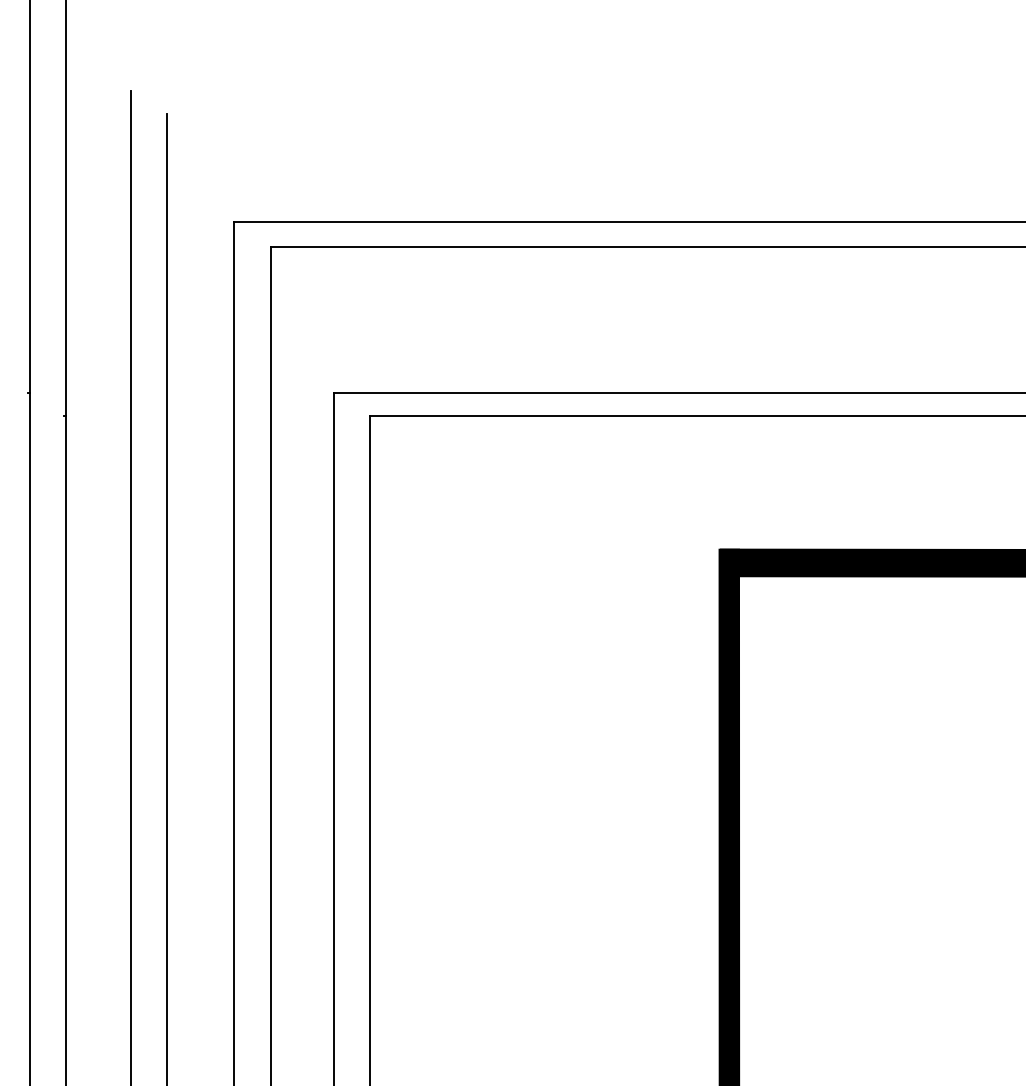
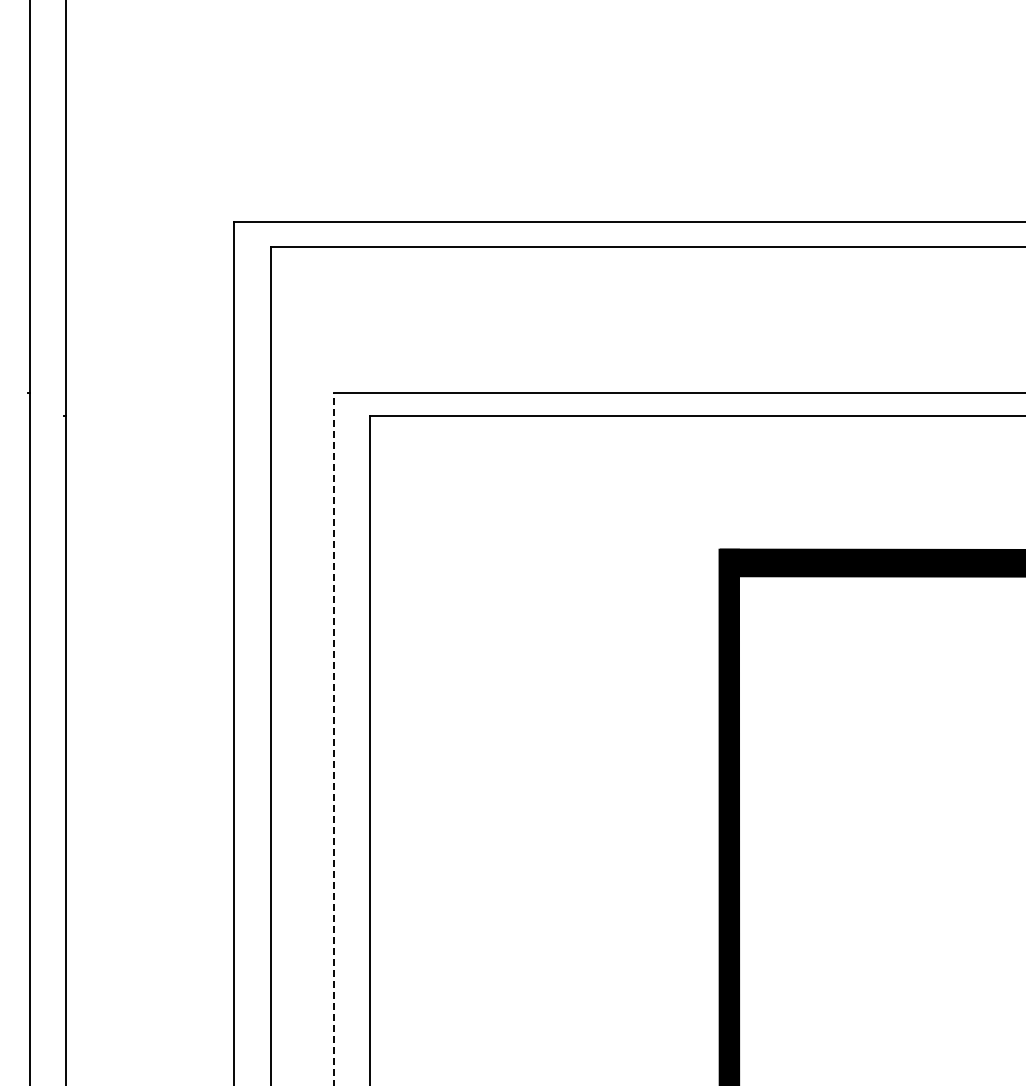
line at (130, 586): present -> none
line at (166, 598): present -> none
line at (334, 738): solid -> dashed
